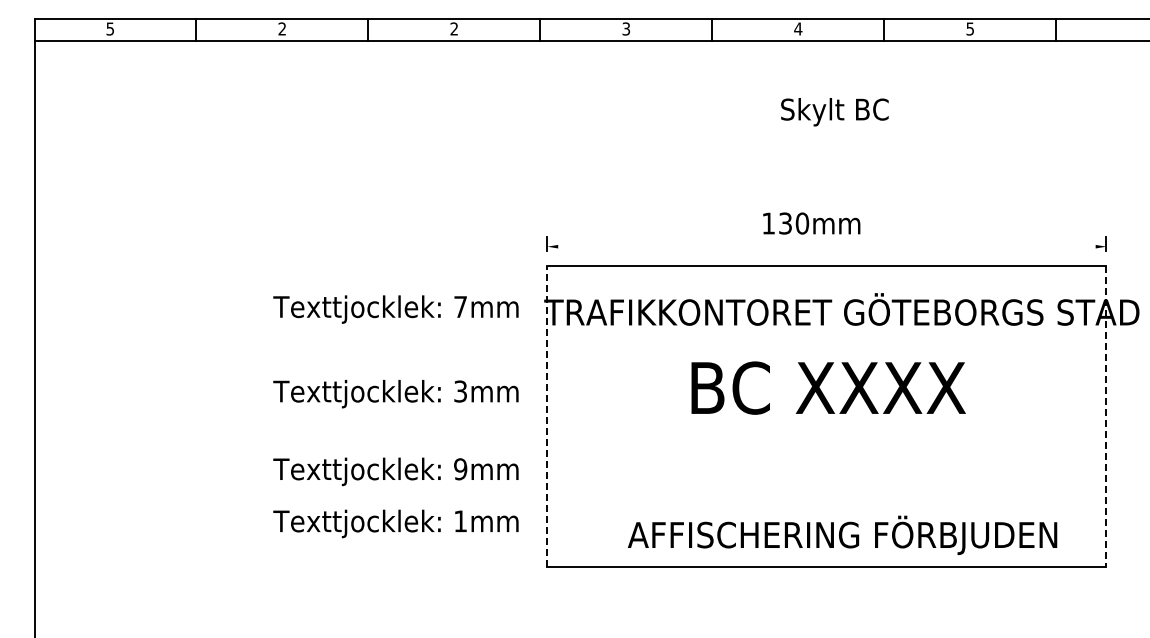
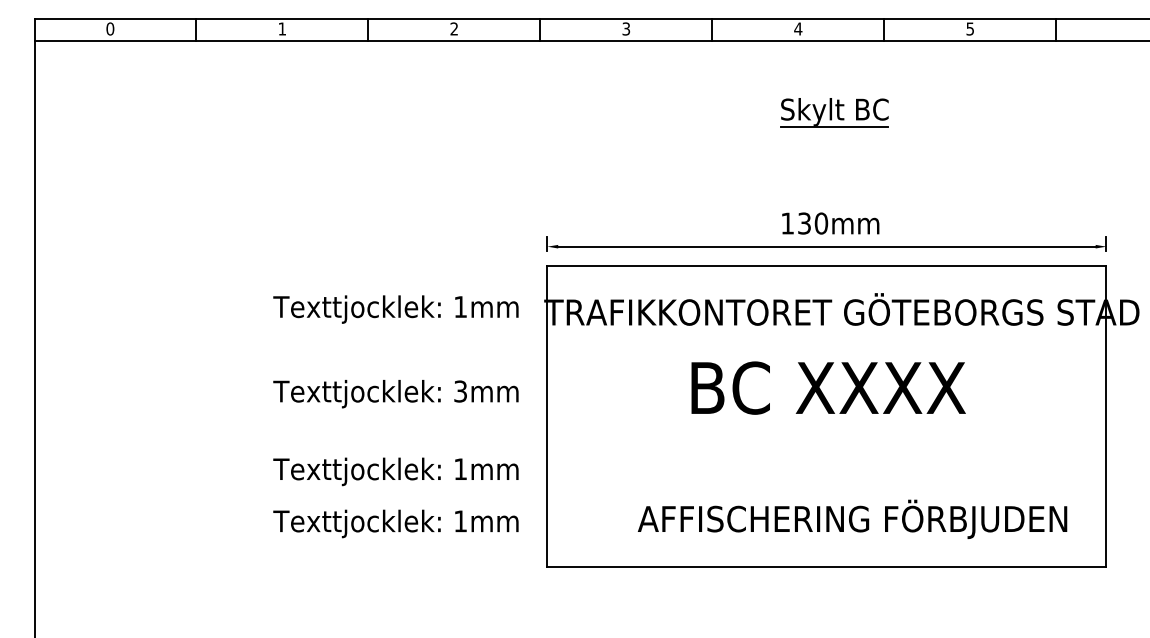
text at (110, 28): 5 -> 0
text at (281, 28): 2 -> 1
line at (833, 126): none -> present
text at (811, 223) position: (811, 223) -> (830, 223)
line at (826, 246): none -> present
text at (460, 306): 7mm -> 1mm
line at (547, 416): dashed -> solid
line at (1106, 417): dashed -> solid
text at (460, 469): 9mm -> 1mm
text at (842, 534) position: (842, 534) -> (852, 518)
